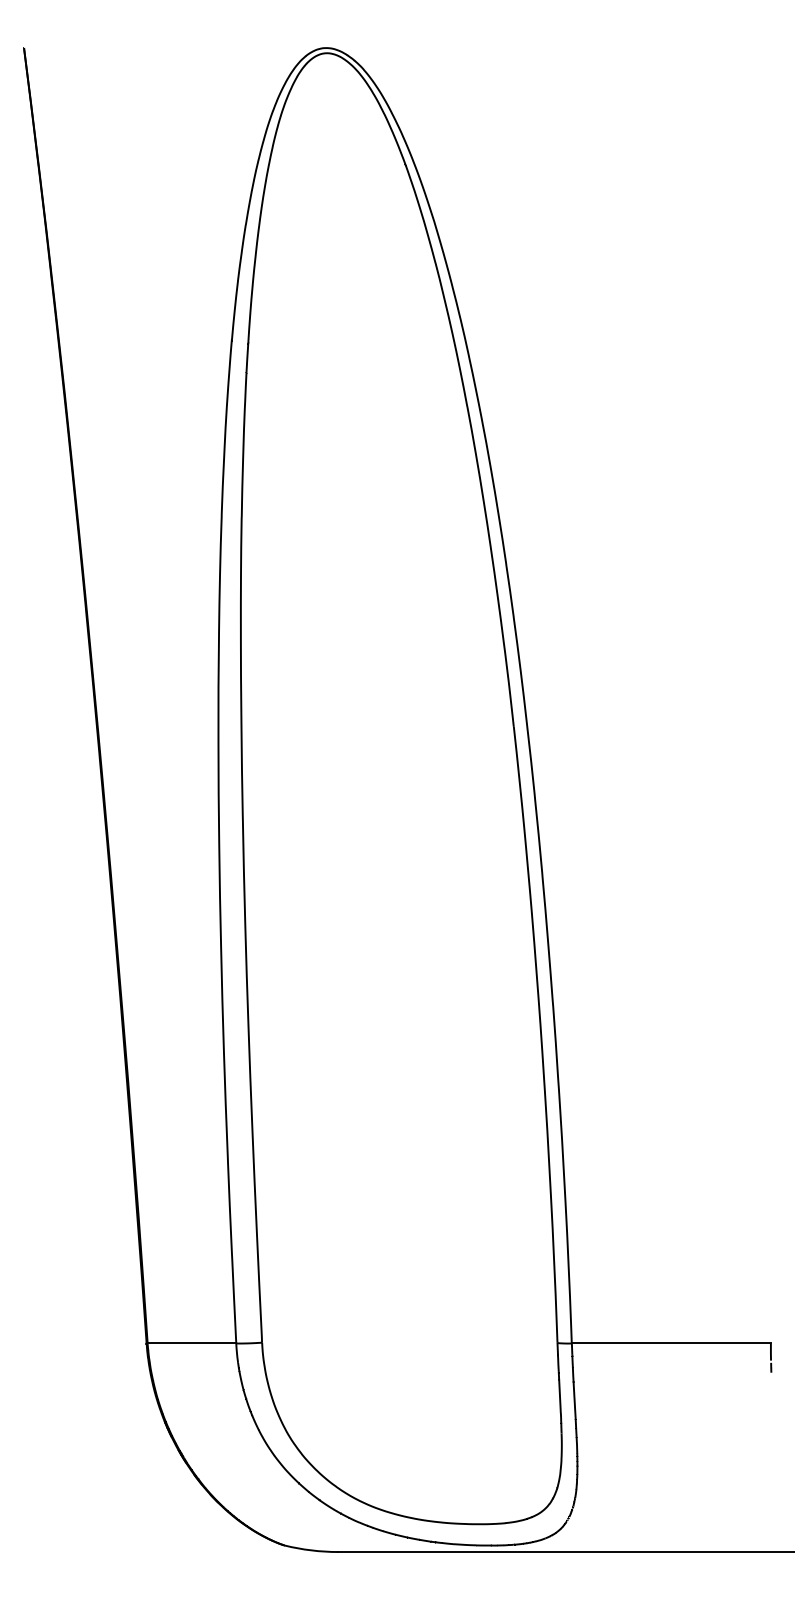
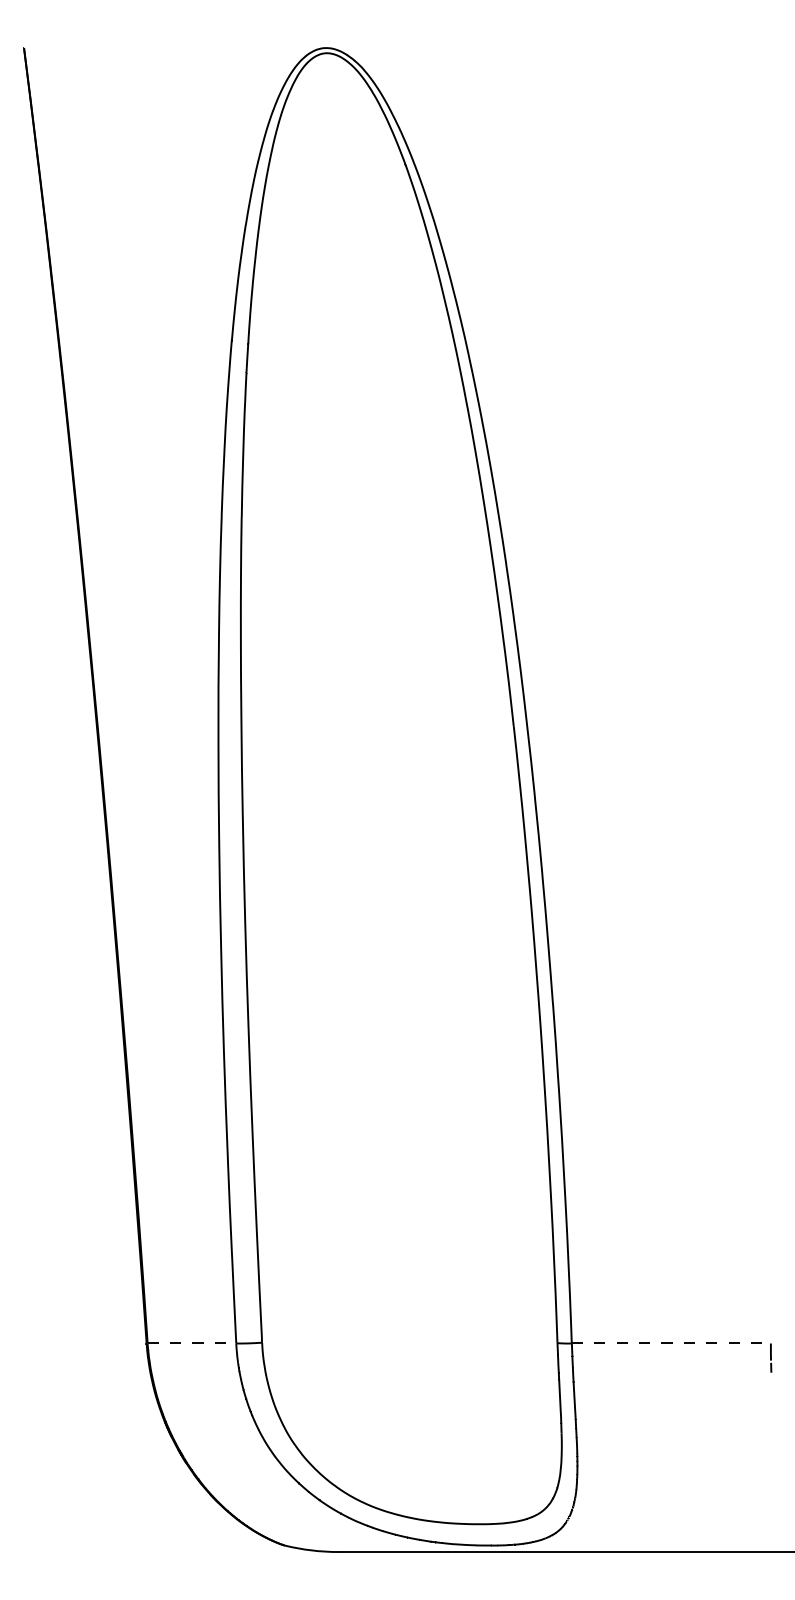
line at (192, 1343): solid -> dashed
line at (671, 1343): solid -> dashed
